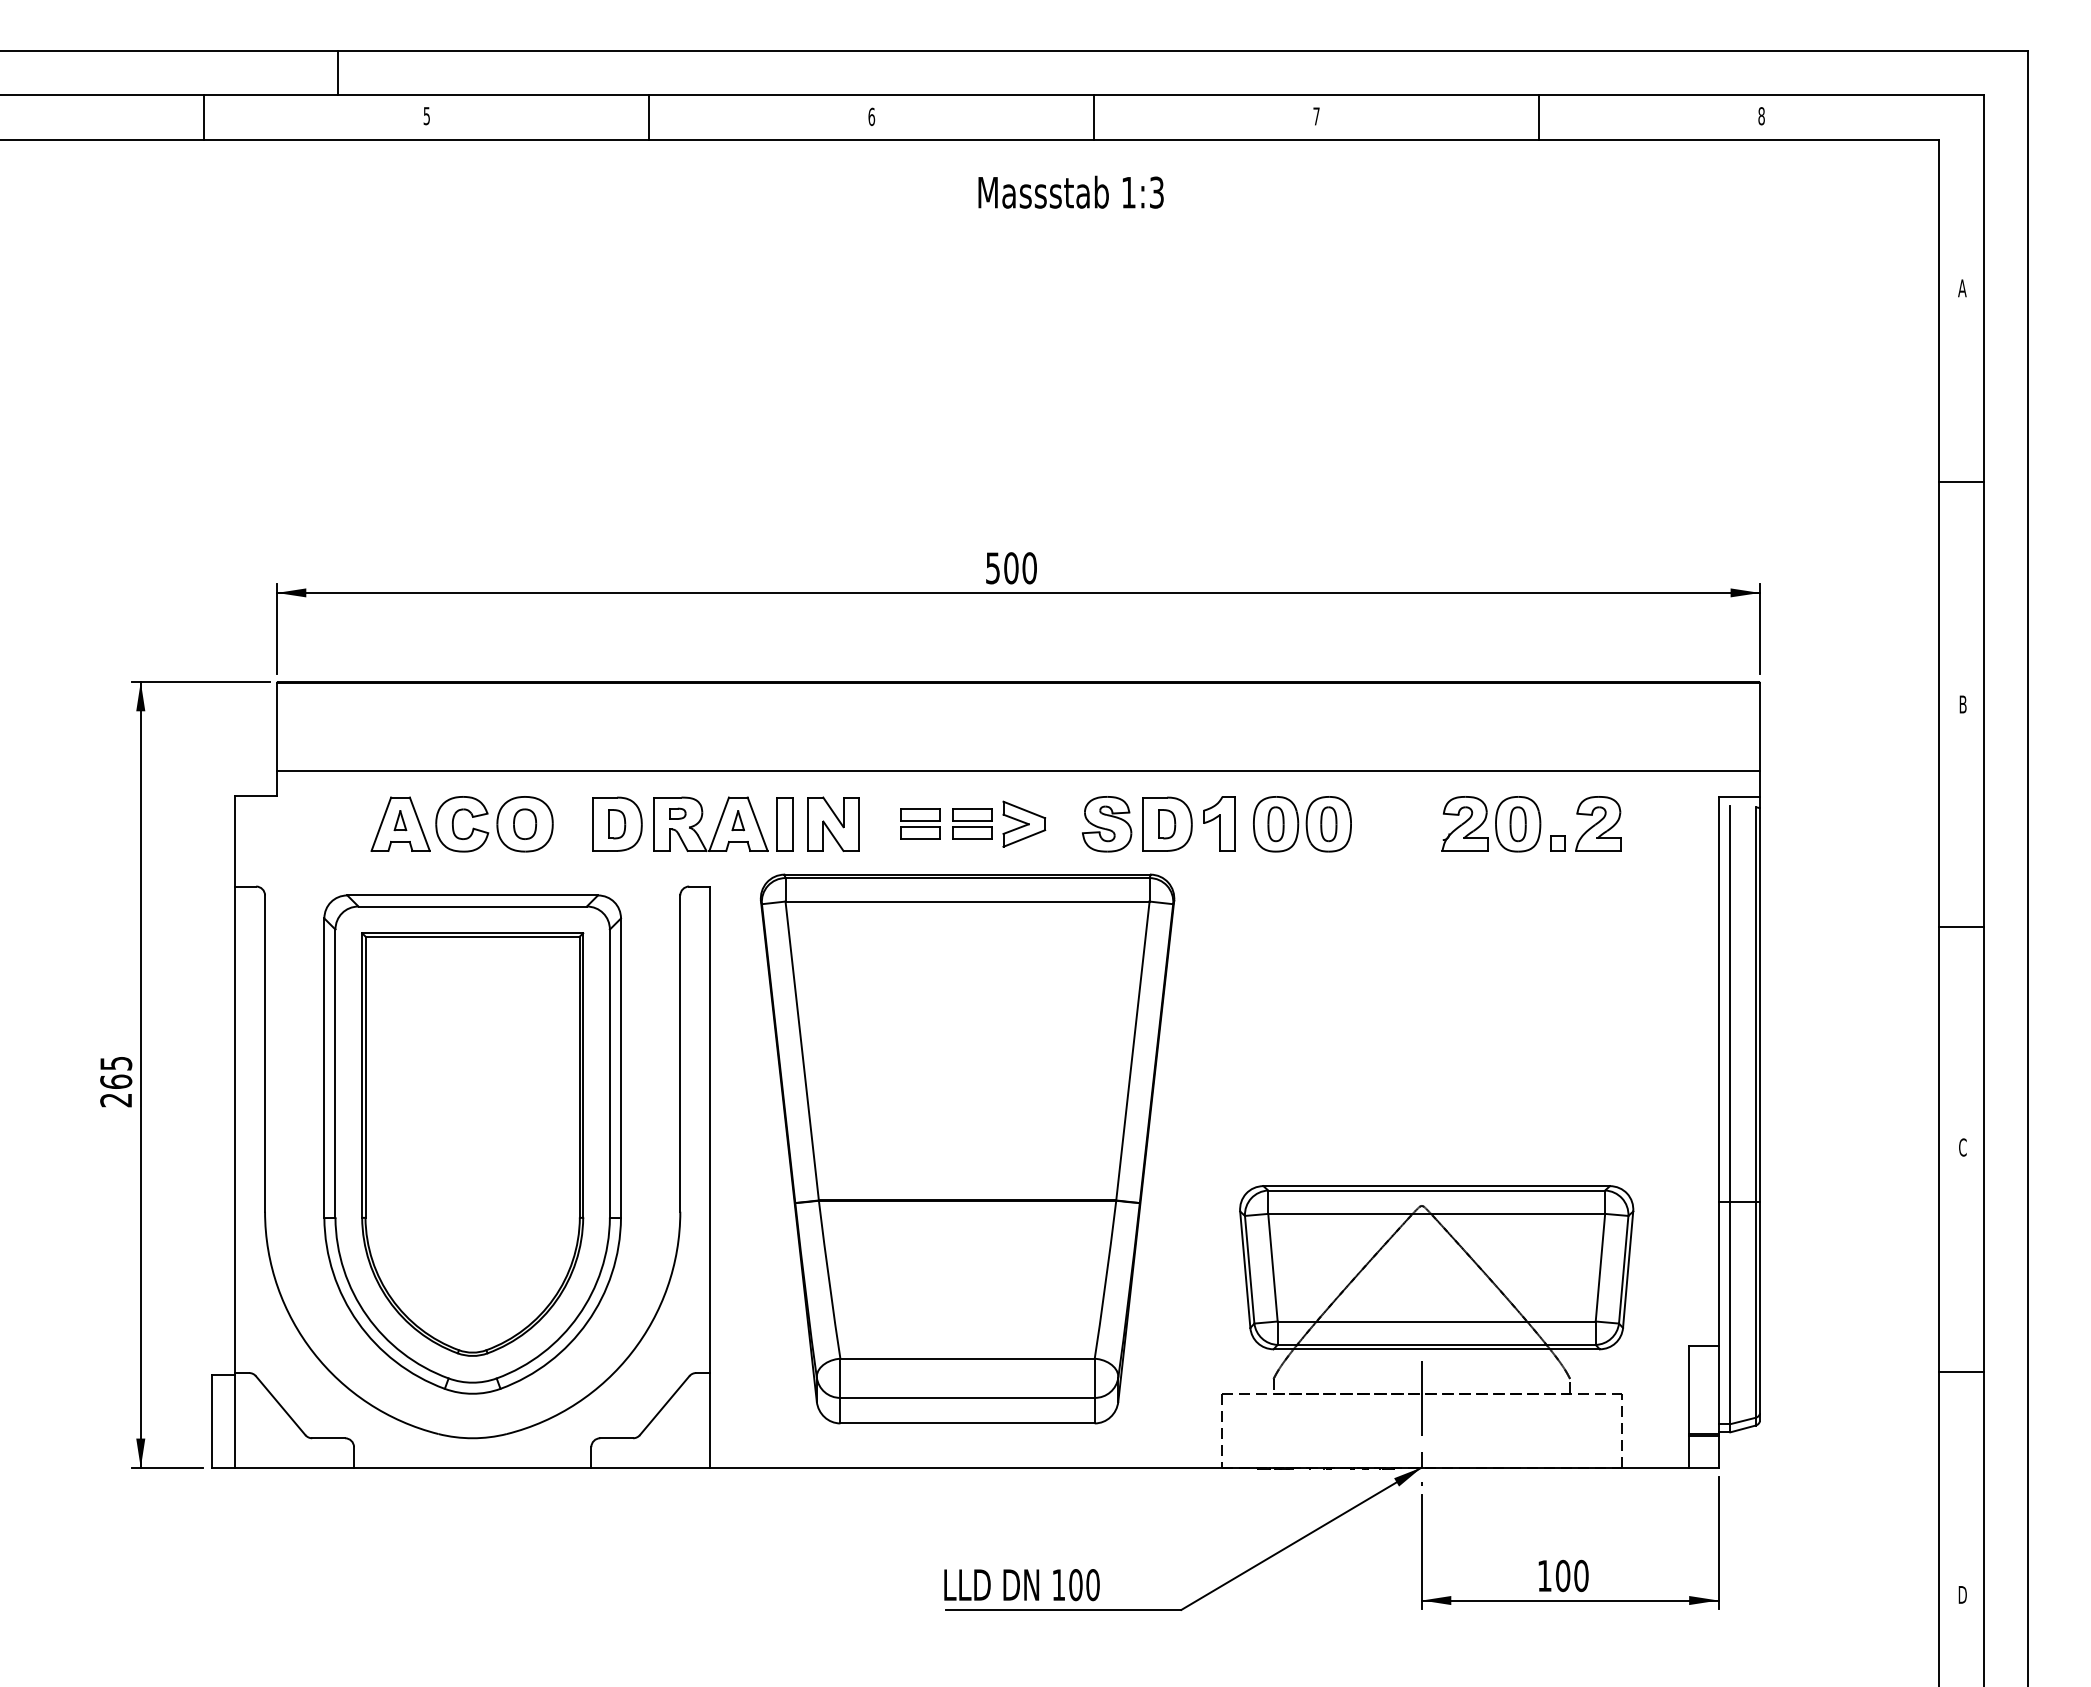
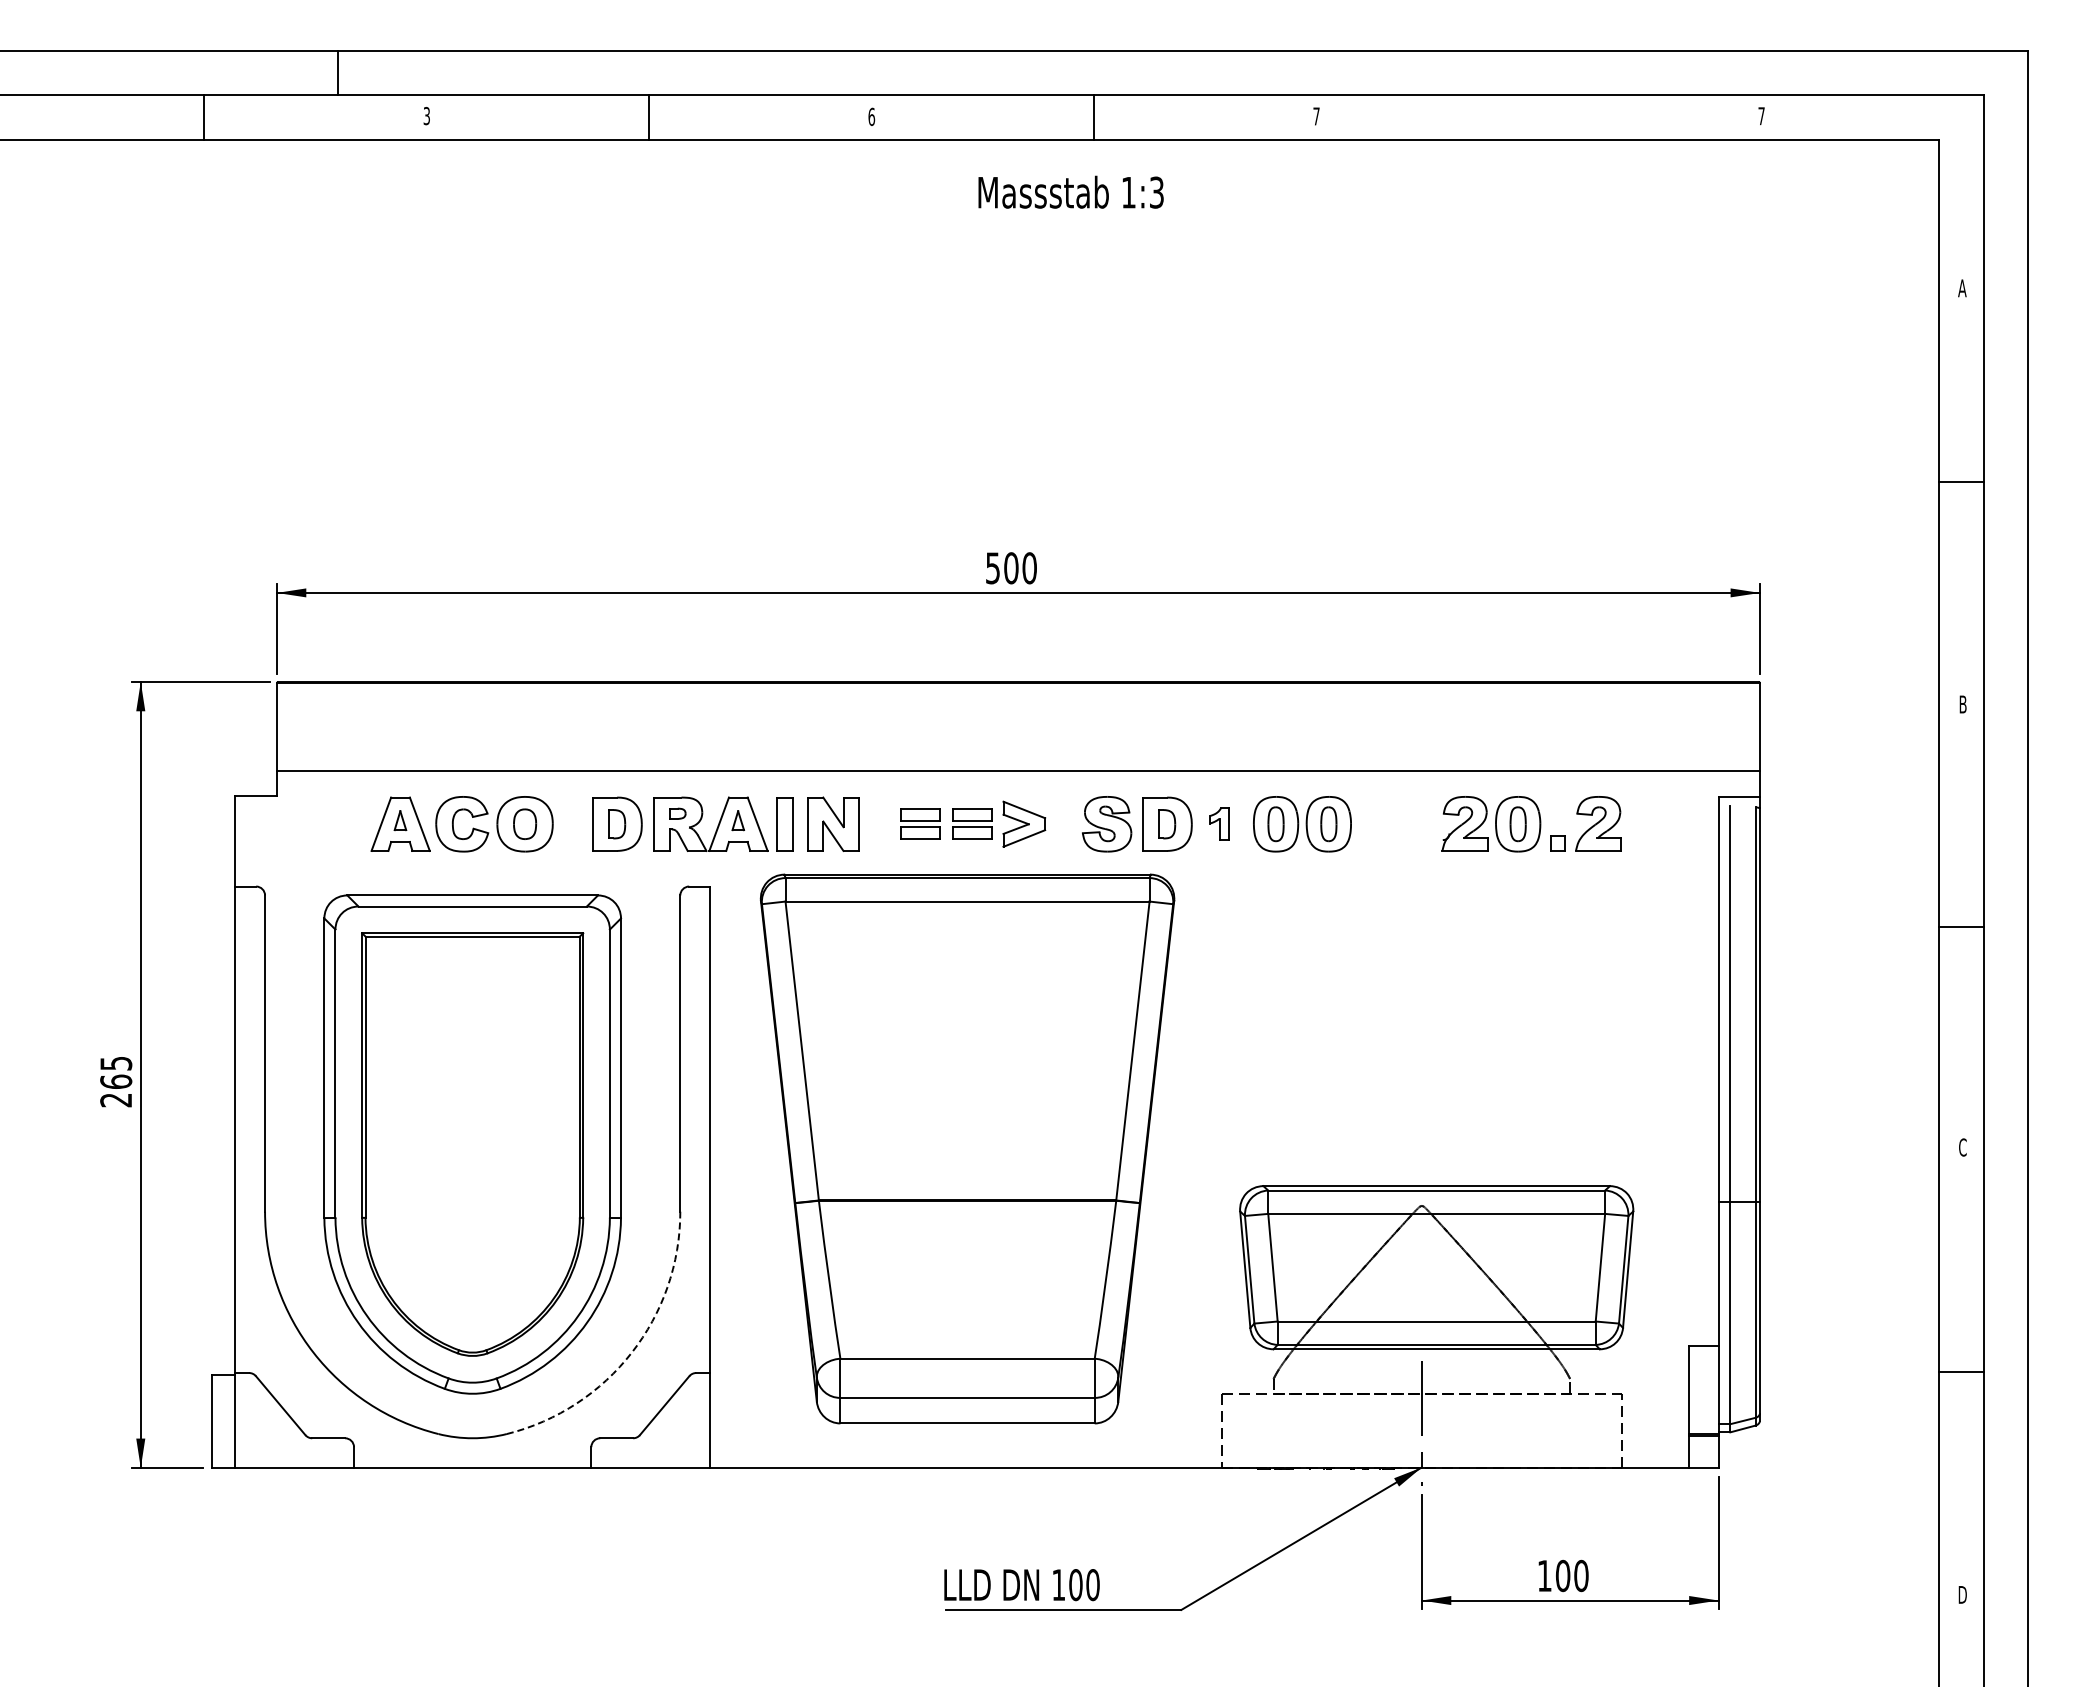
text at (426, 115): 5 -> 3
text at (1761, 116): 8 -> 7
line at (1538, 117): present -> none
part at (1219, 823) size: 33x56 px -> 21x34 px
arc at (631, 1352): solid -> dashed
